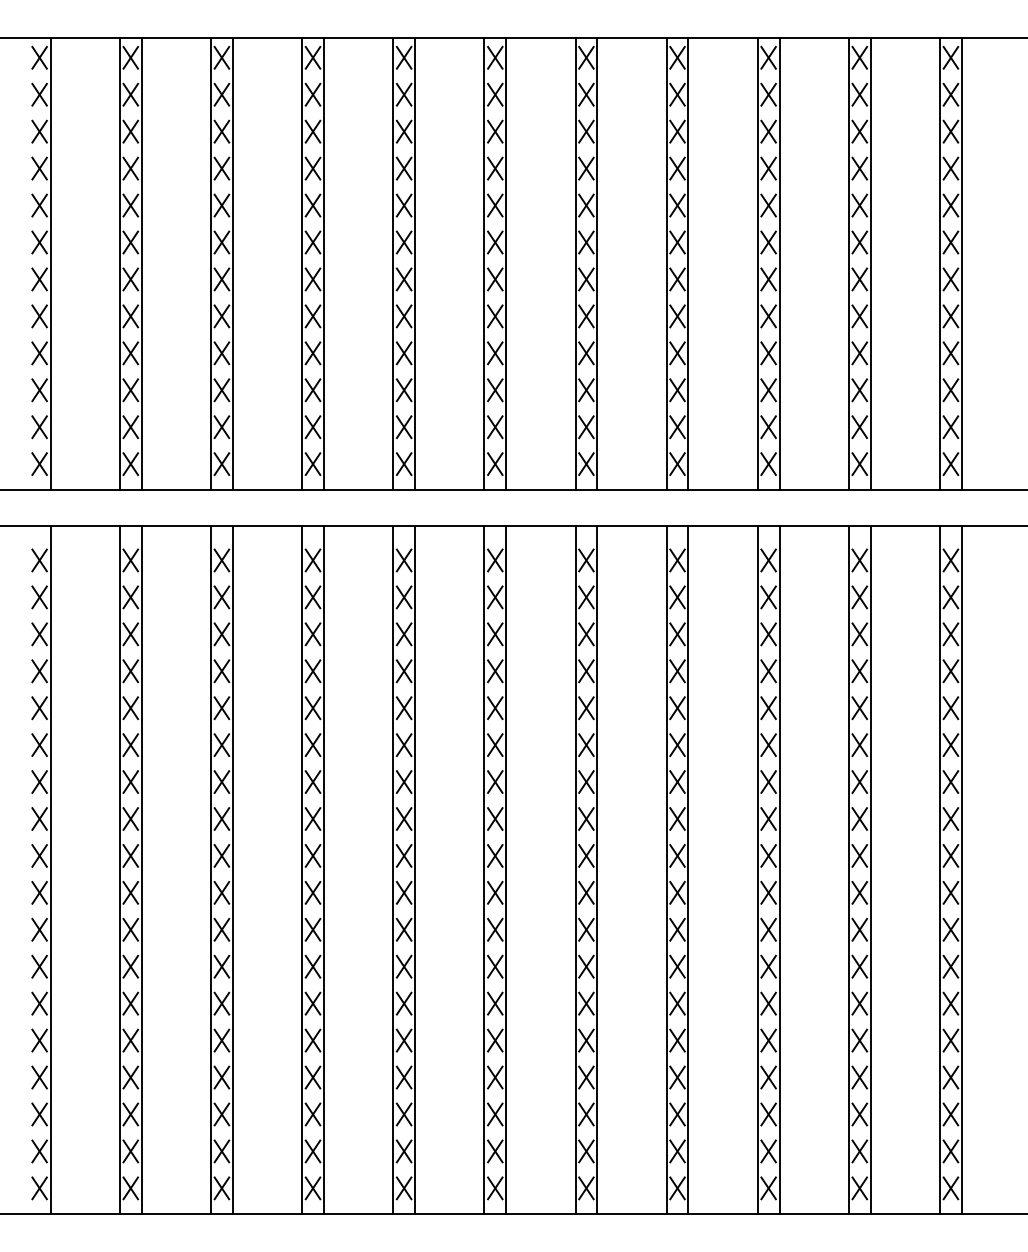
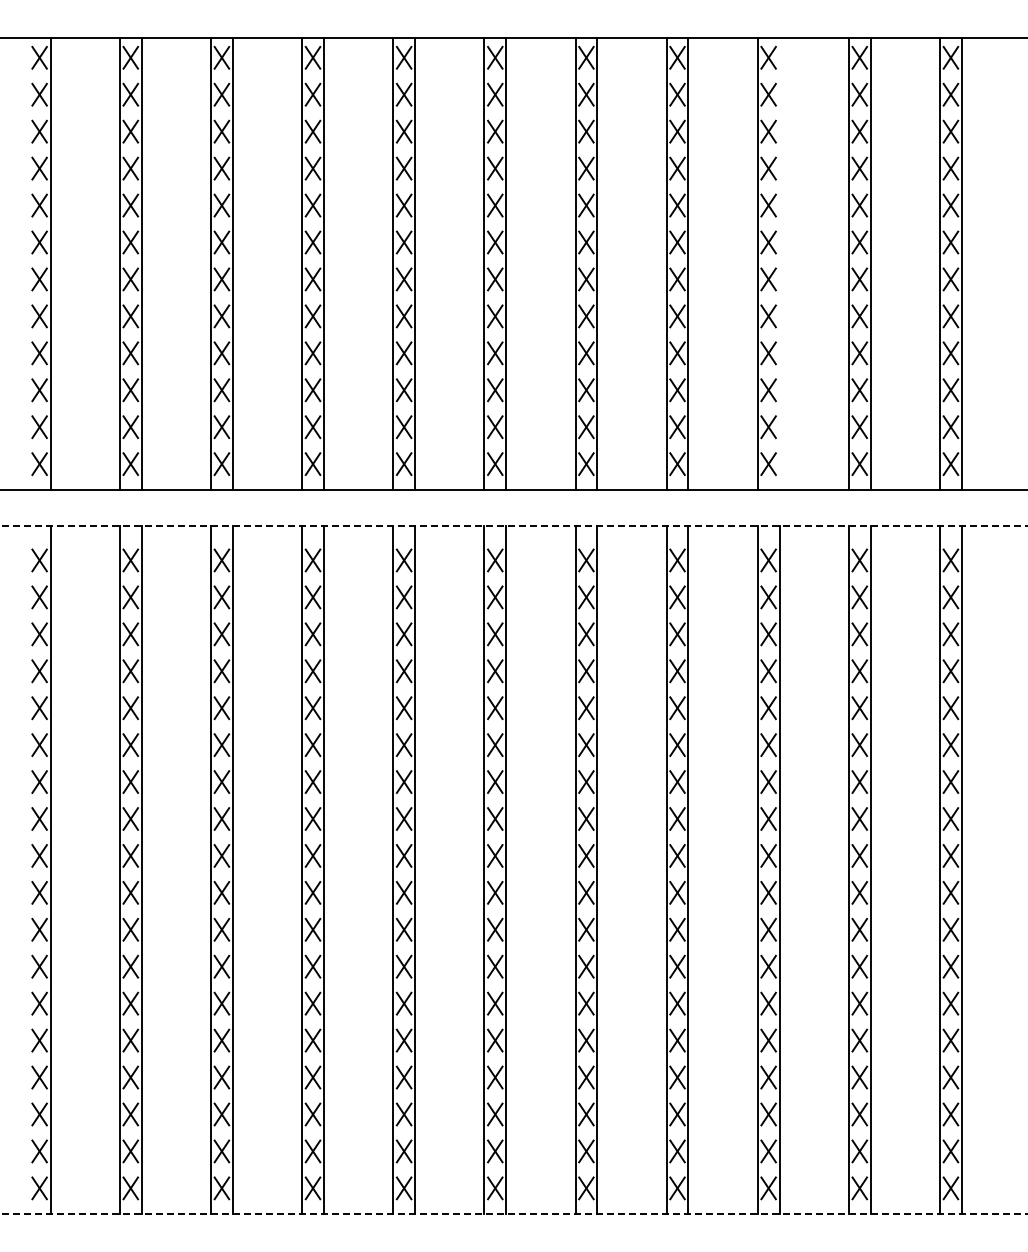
line at (779, 263): present -> none
line at (514, 526): solid -> dashed
line at (514, 1214): solid -> dashed
